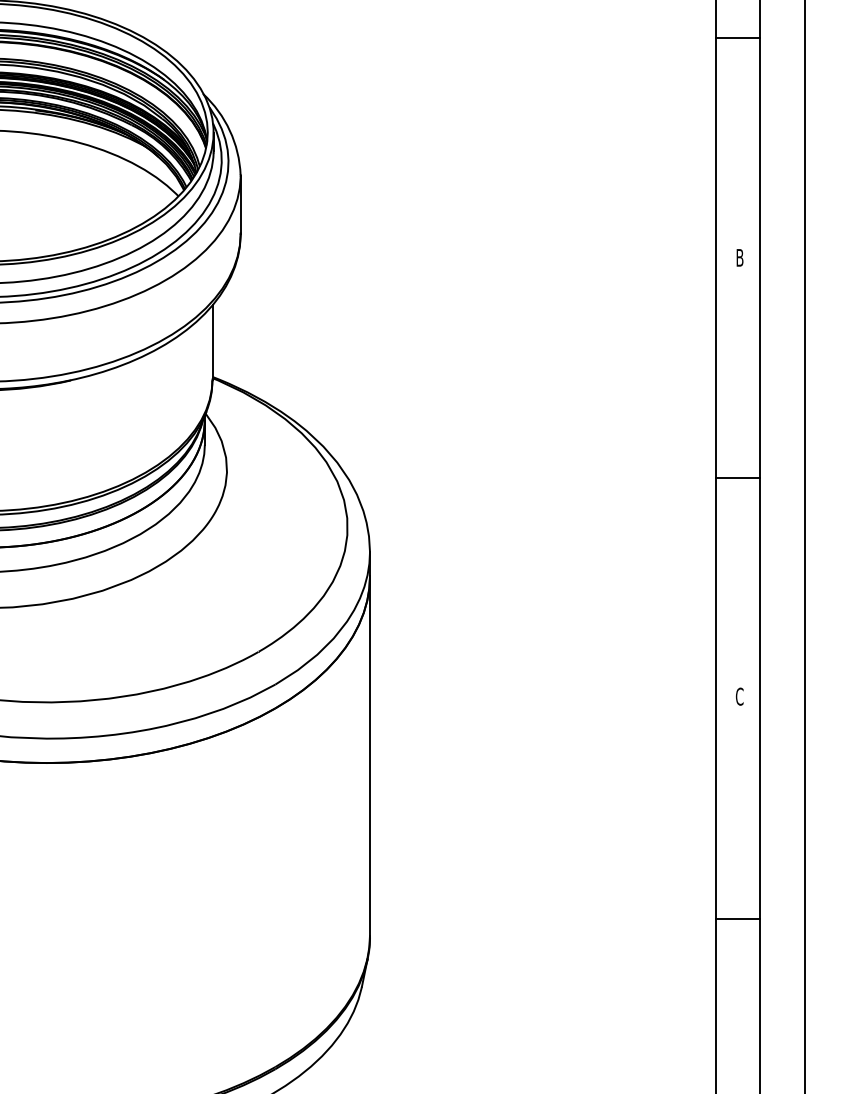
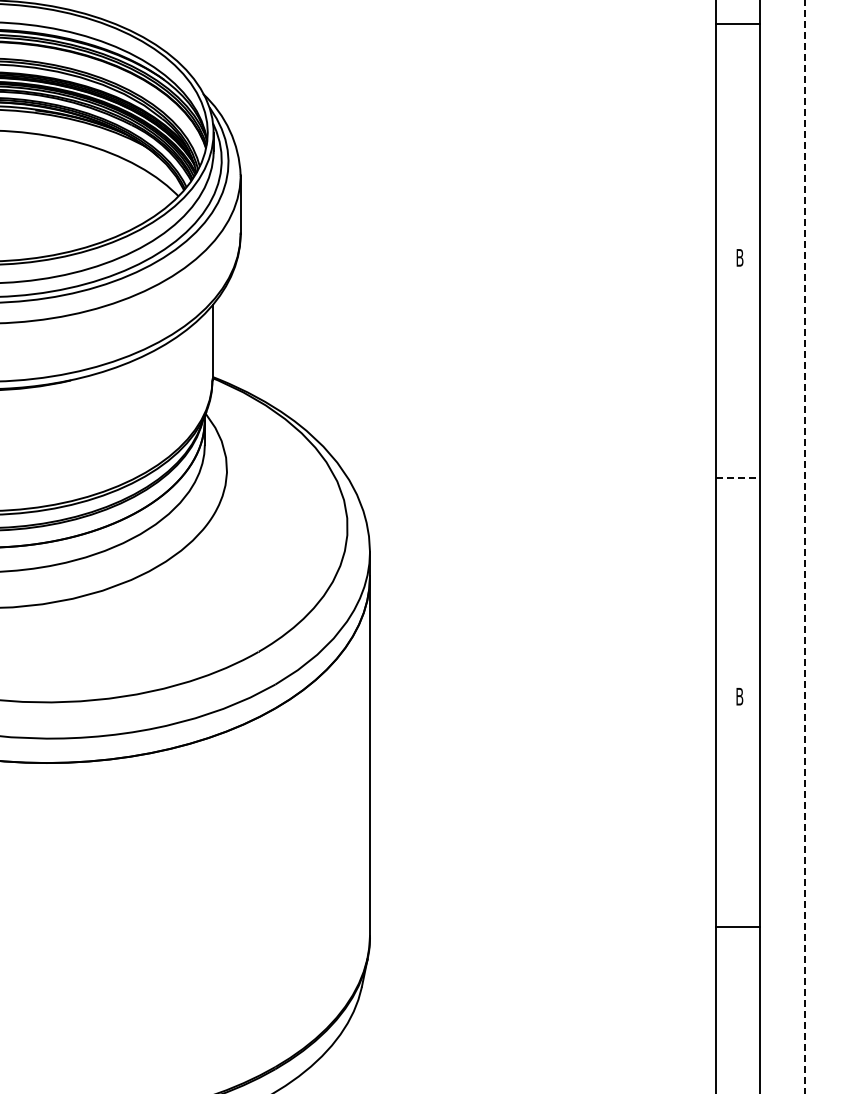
line at (738, 37) position: (738, 37) -> (738, 23)
line at (738, 478): solid -> dashed
line at (804, 546): solid -> dashed
text at (739, 696): C -> B
line at (738, 919) position: (738, 919) -> (738, 927)
